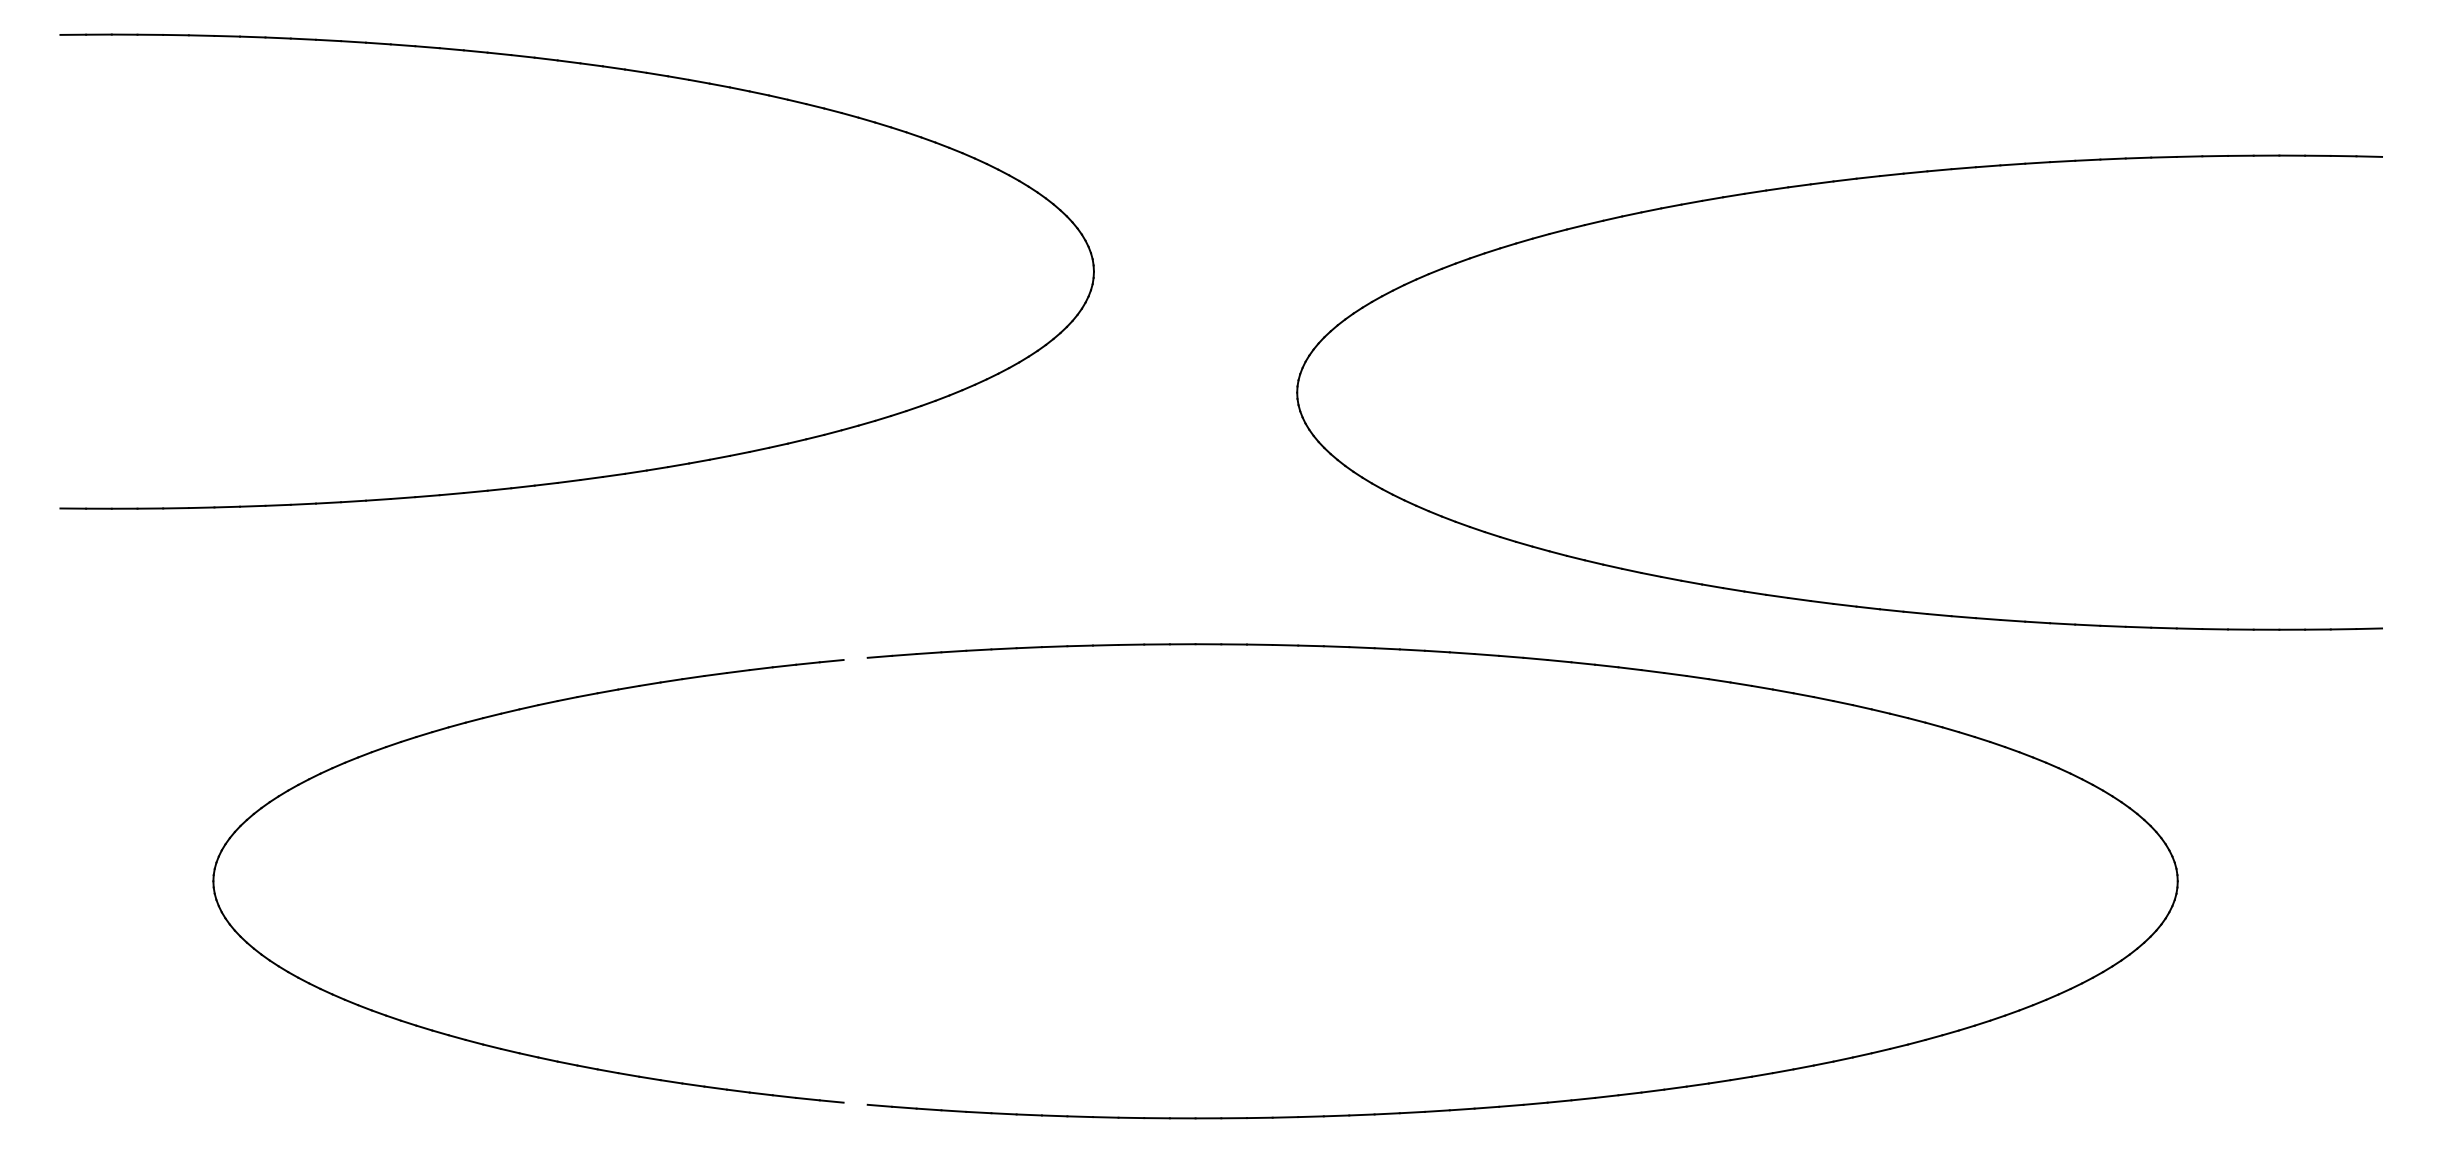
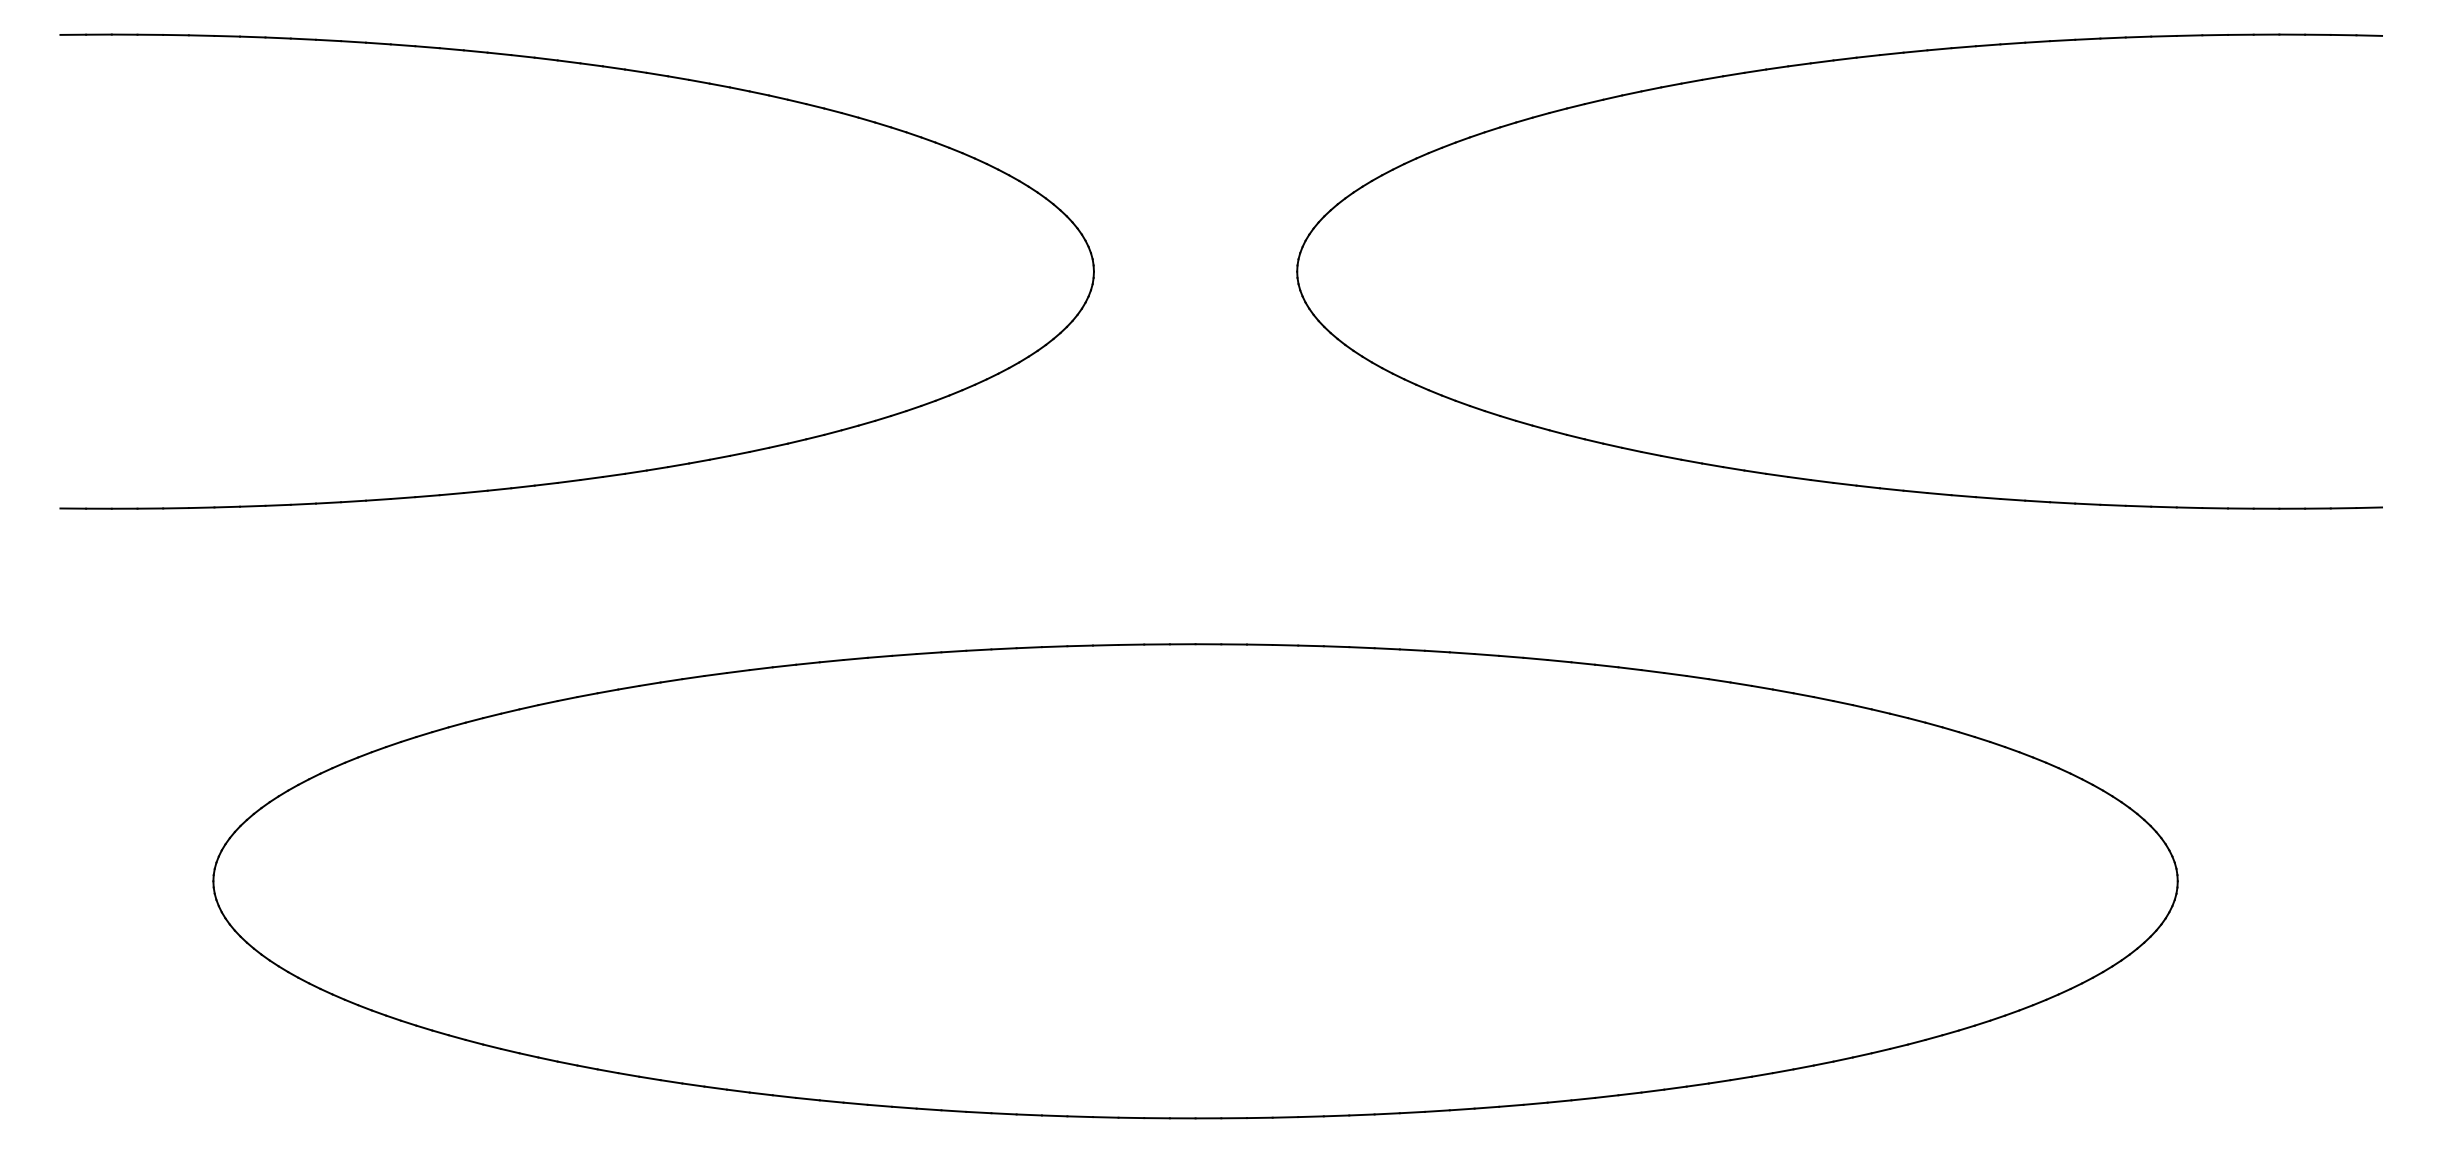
part at (1811, 185) position: (1811, 185) -> (1811, 64)
line at (855, 658): none -> present
line at (855, 1103): none -> present
